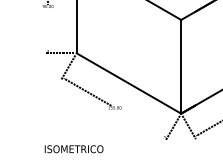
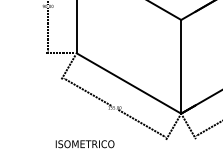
line at (48, 29): none -> present
line at (140, 122): none -> present
text at (73, 149) position: (73, 149) -> (84, 144)
